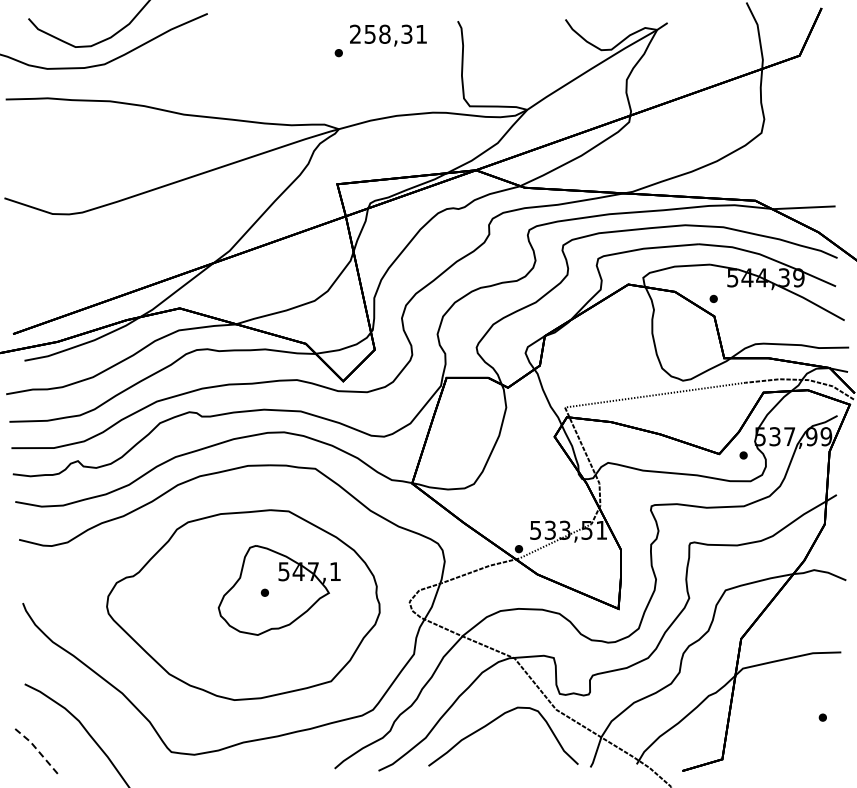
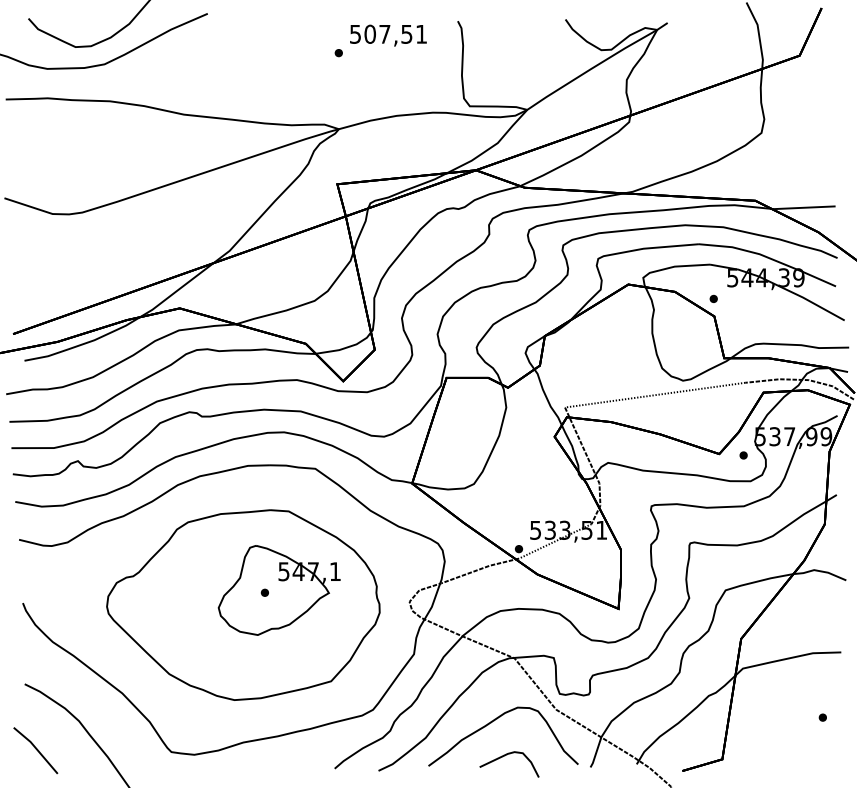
text at (381, 33): 258,31 -> 507,51
line at (36, 748): dashed -> solid
curve at (507, 755): none -> present
